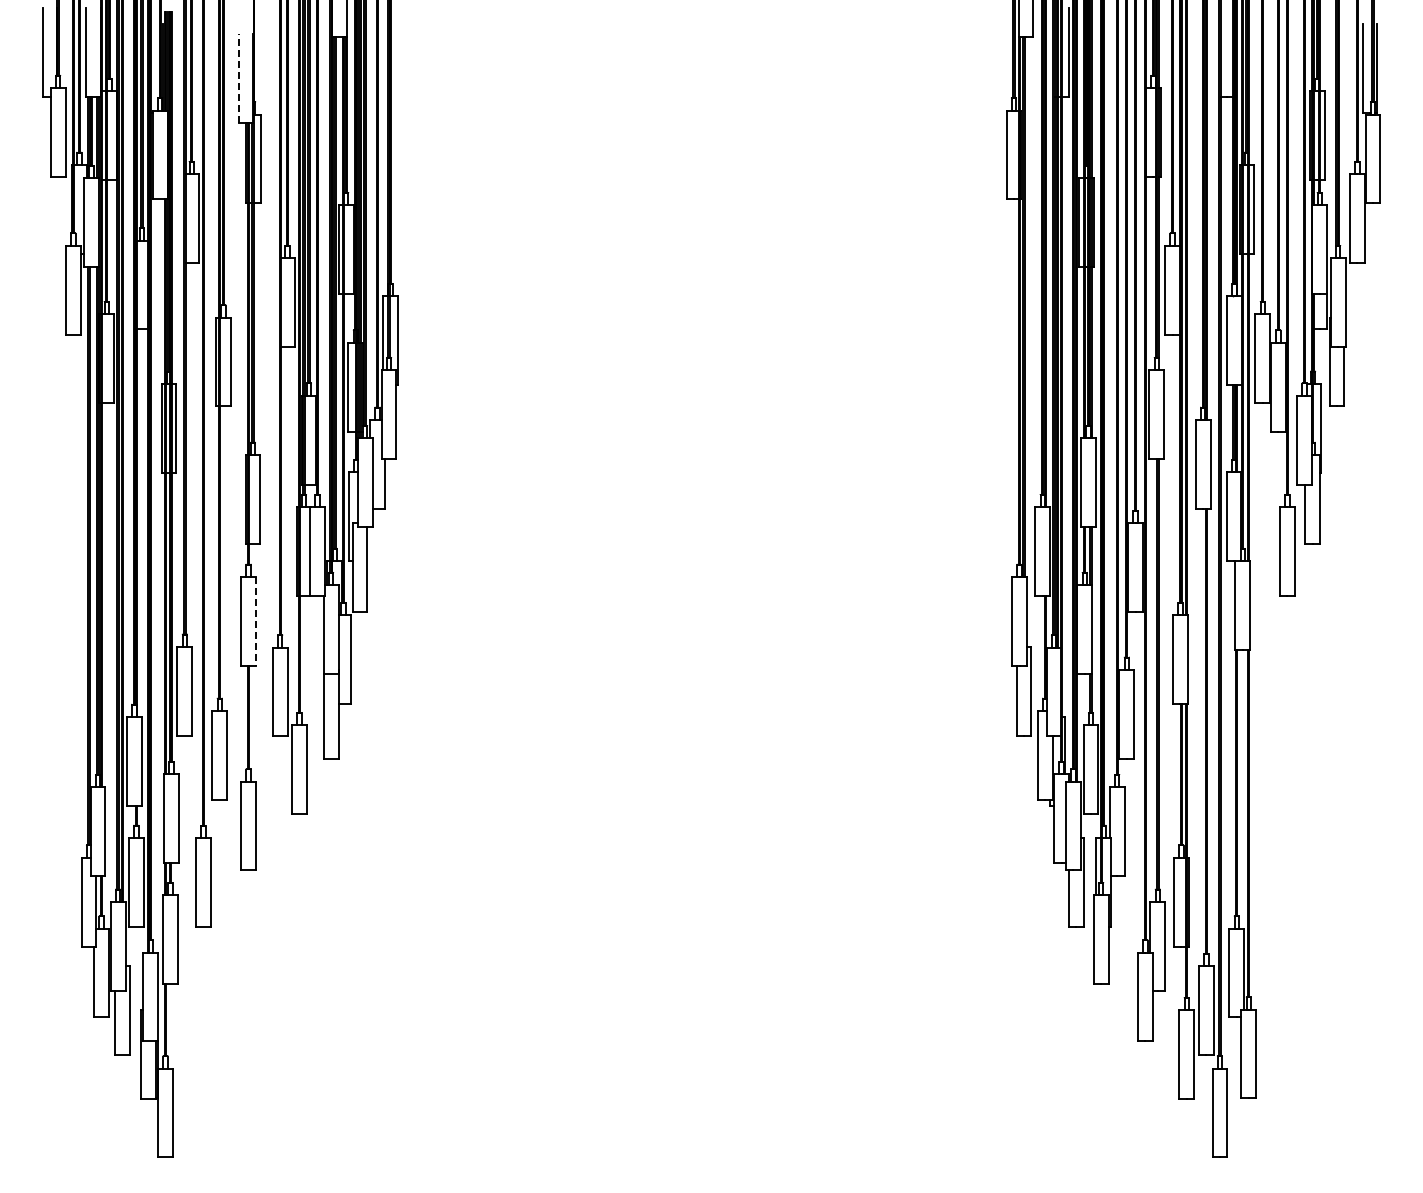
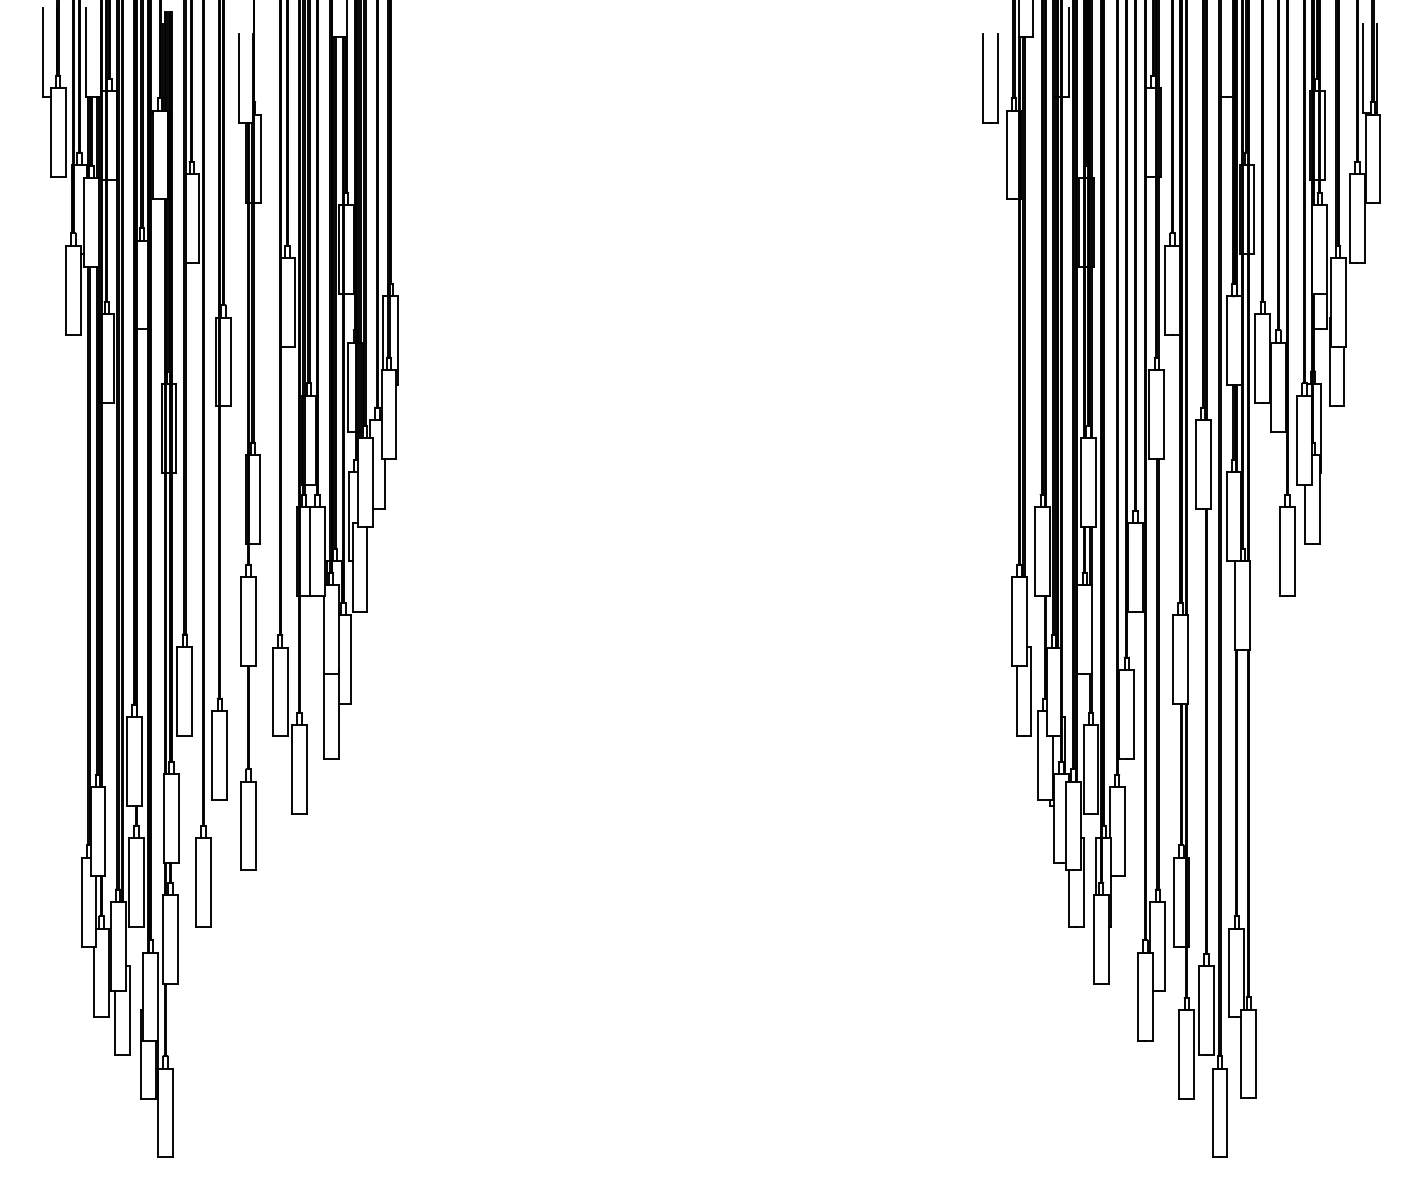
line at (238, 78): dashed -> solid
part at (983, 78): none -> present
line at (255, 621): dashed -> solid
